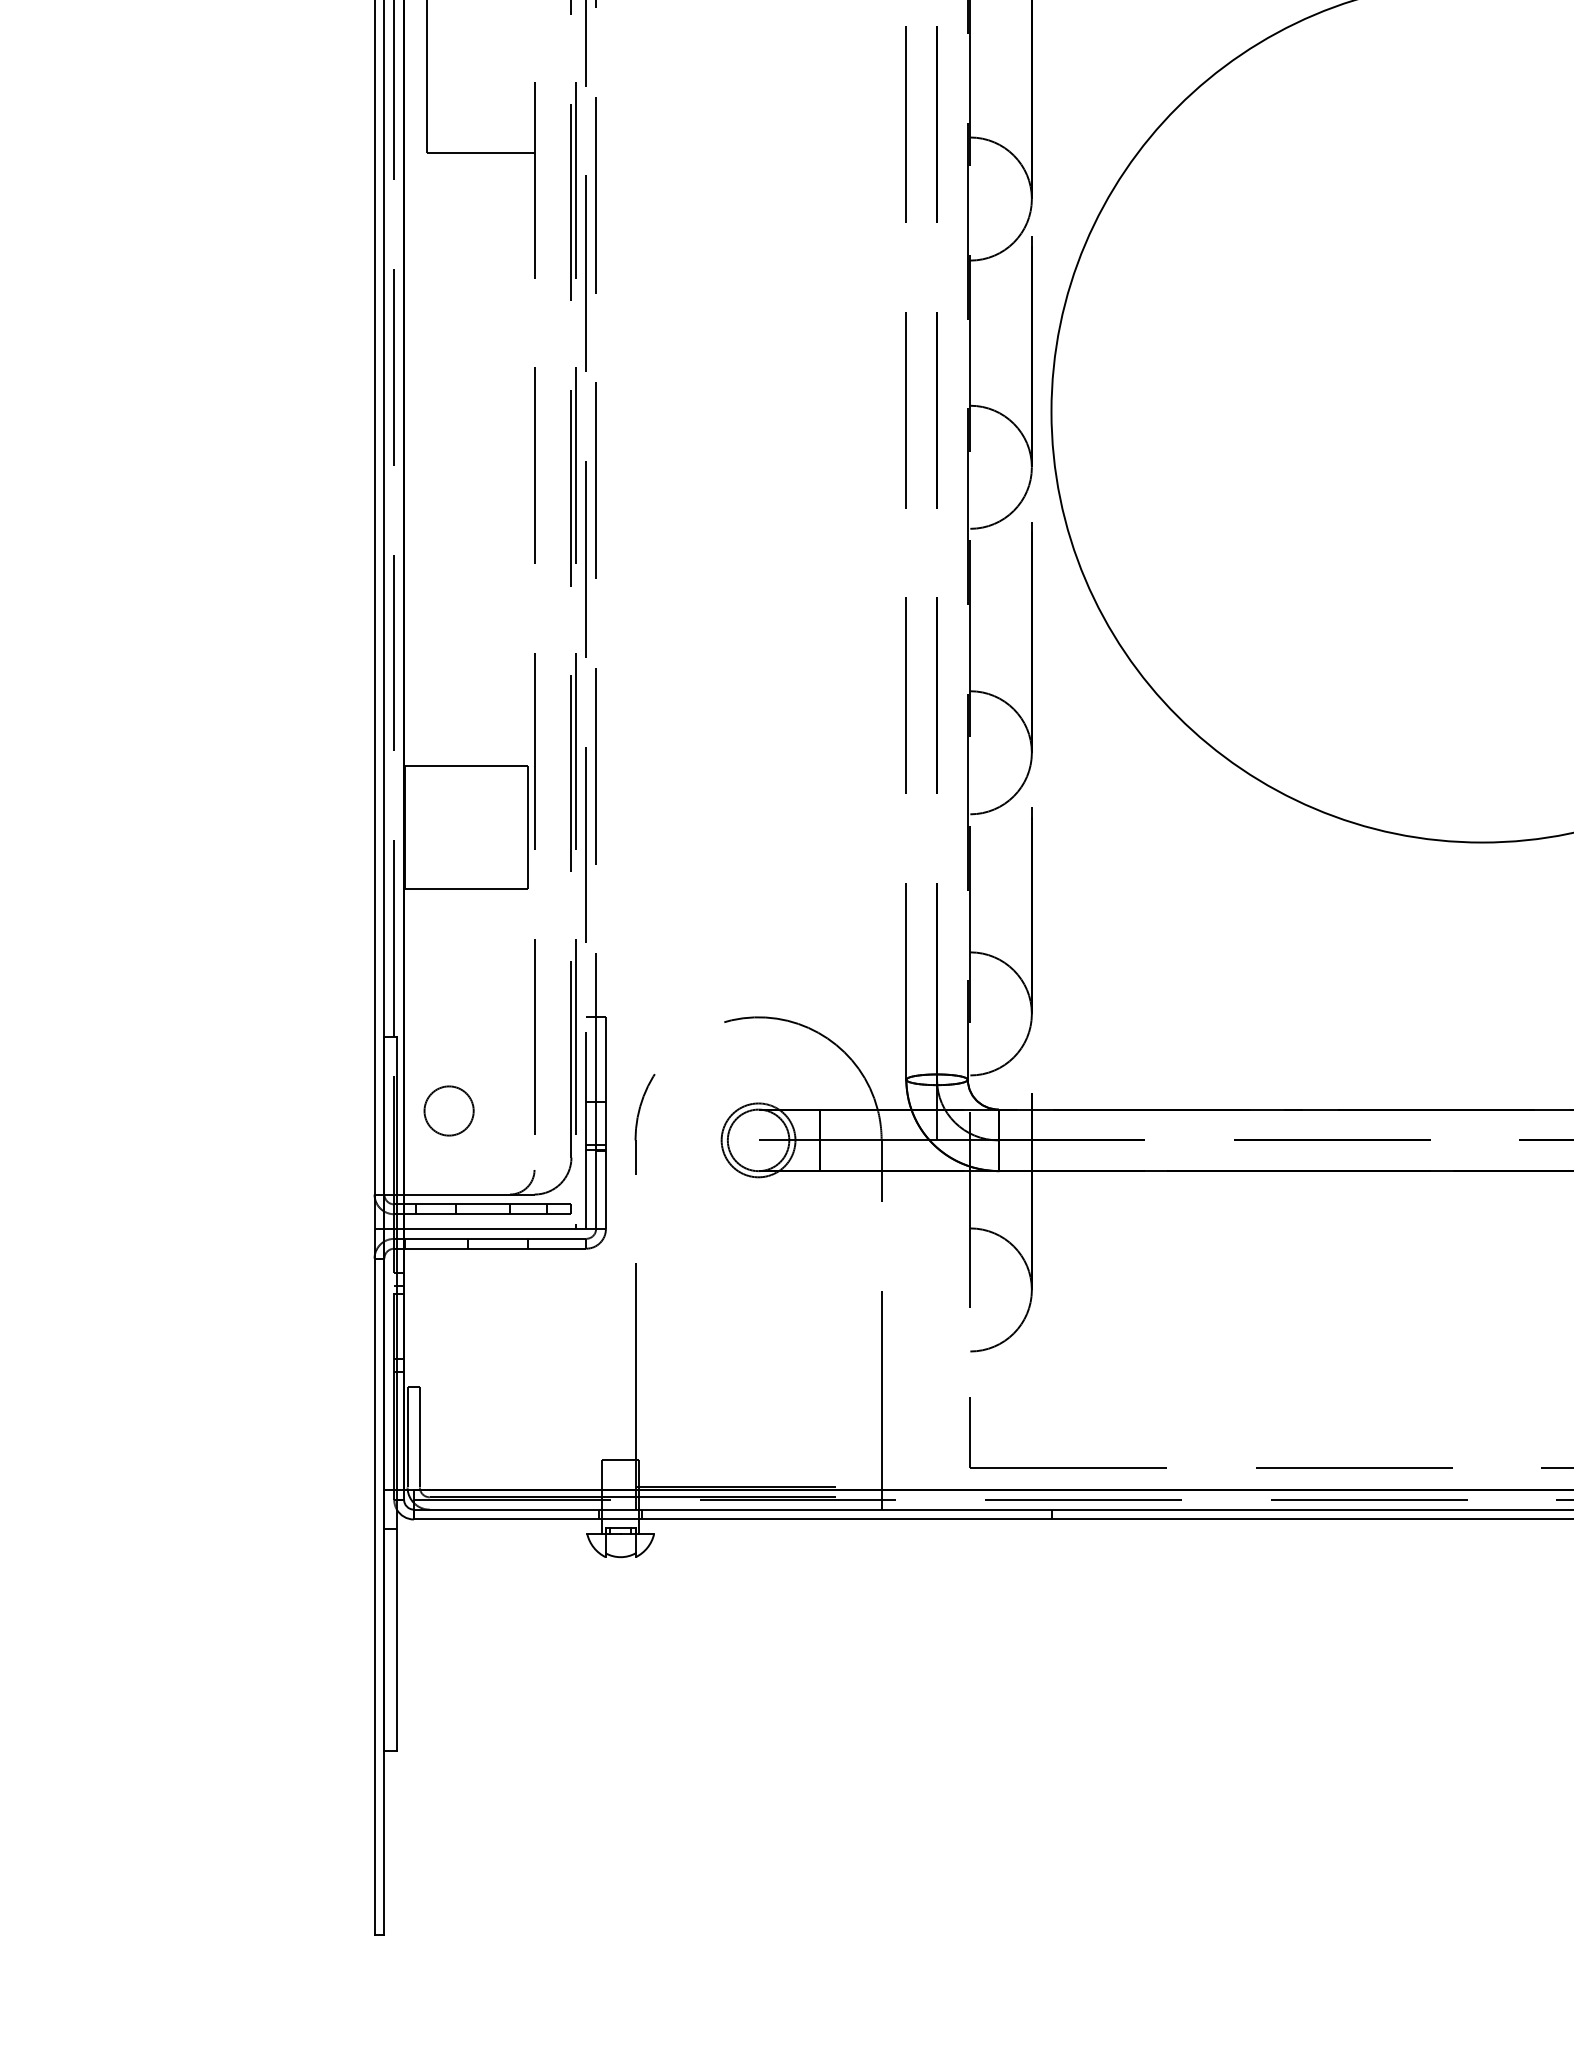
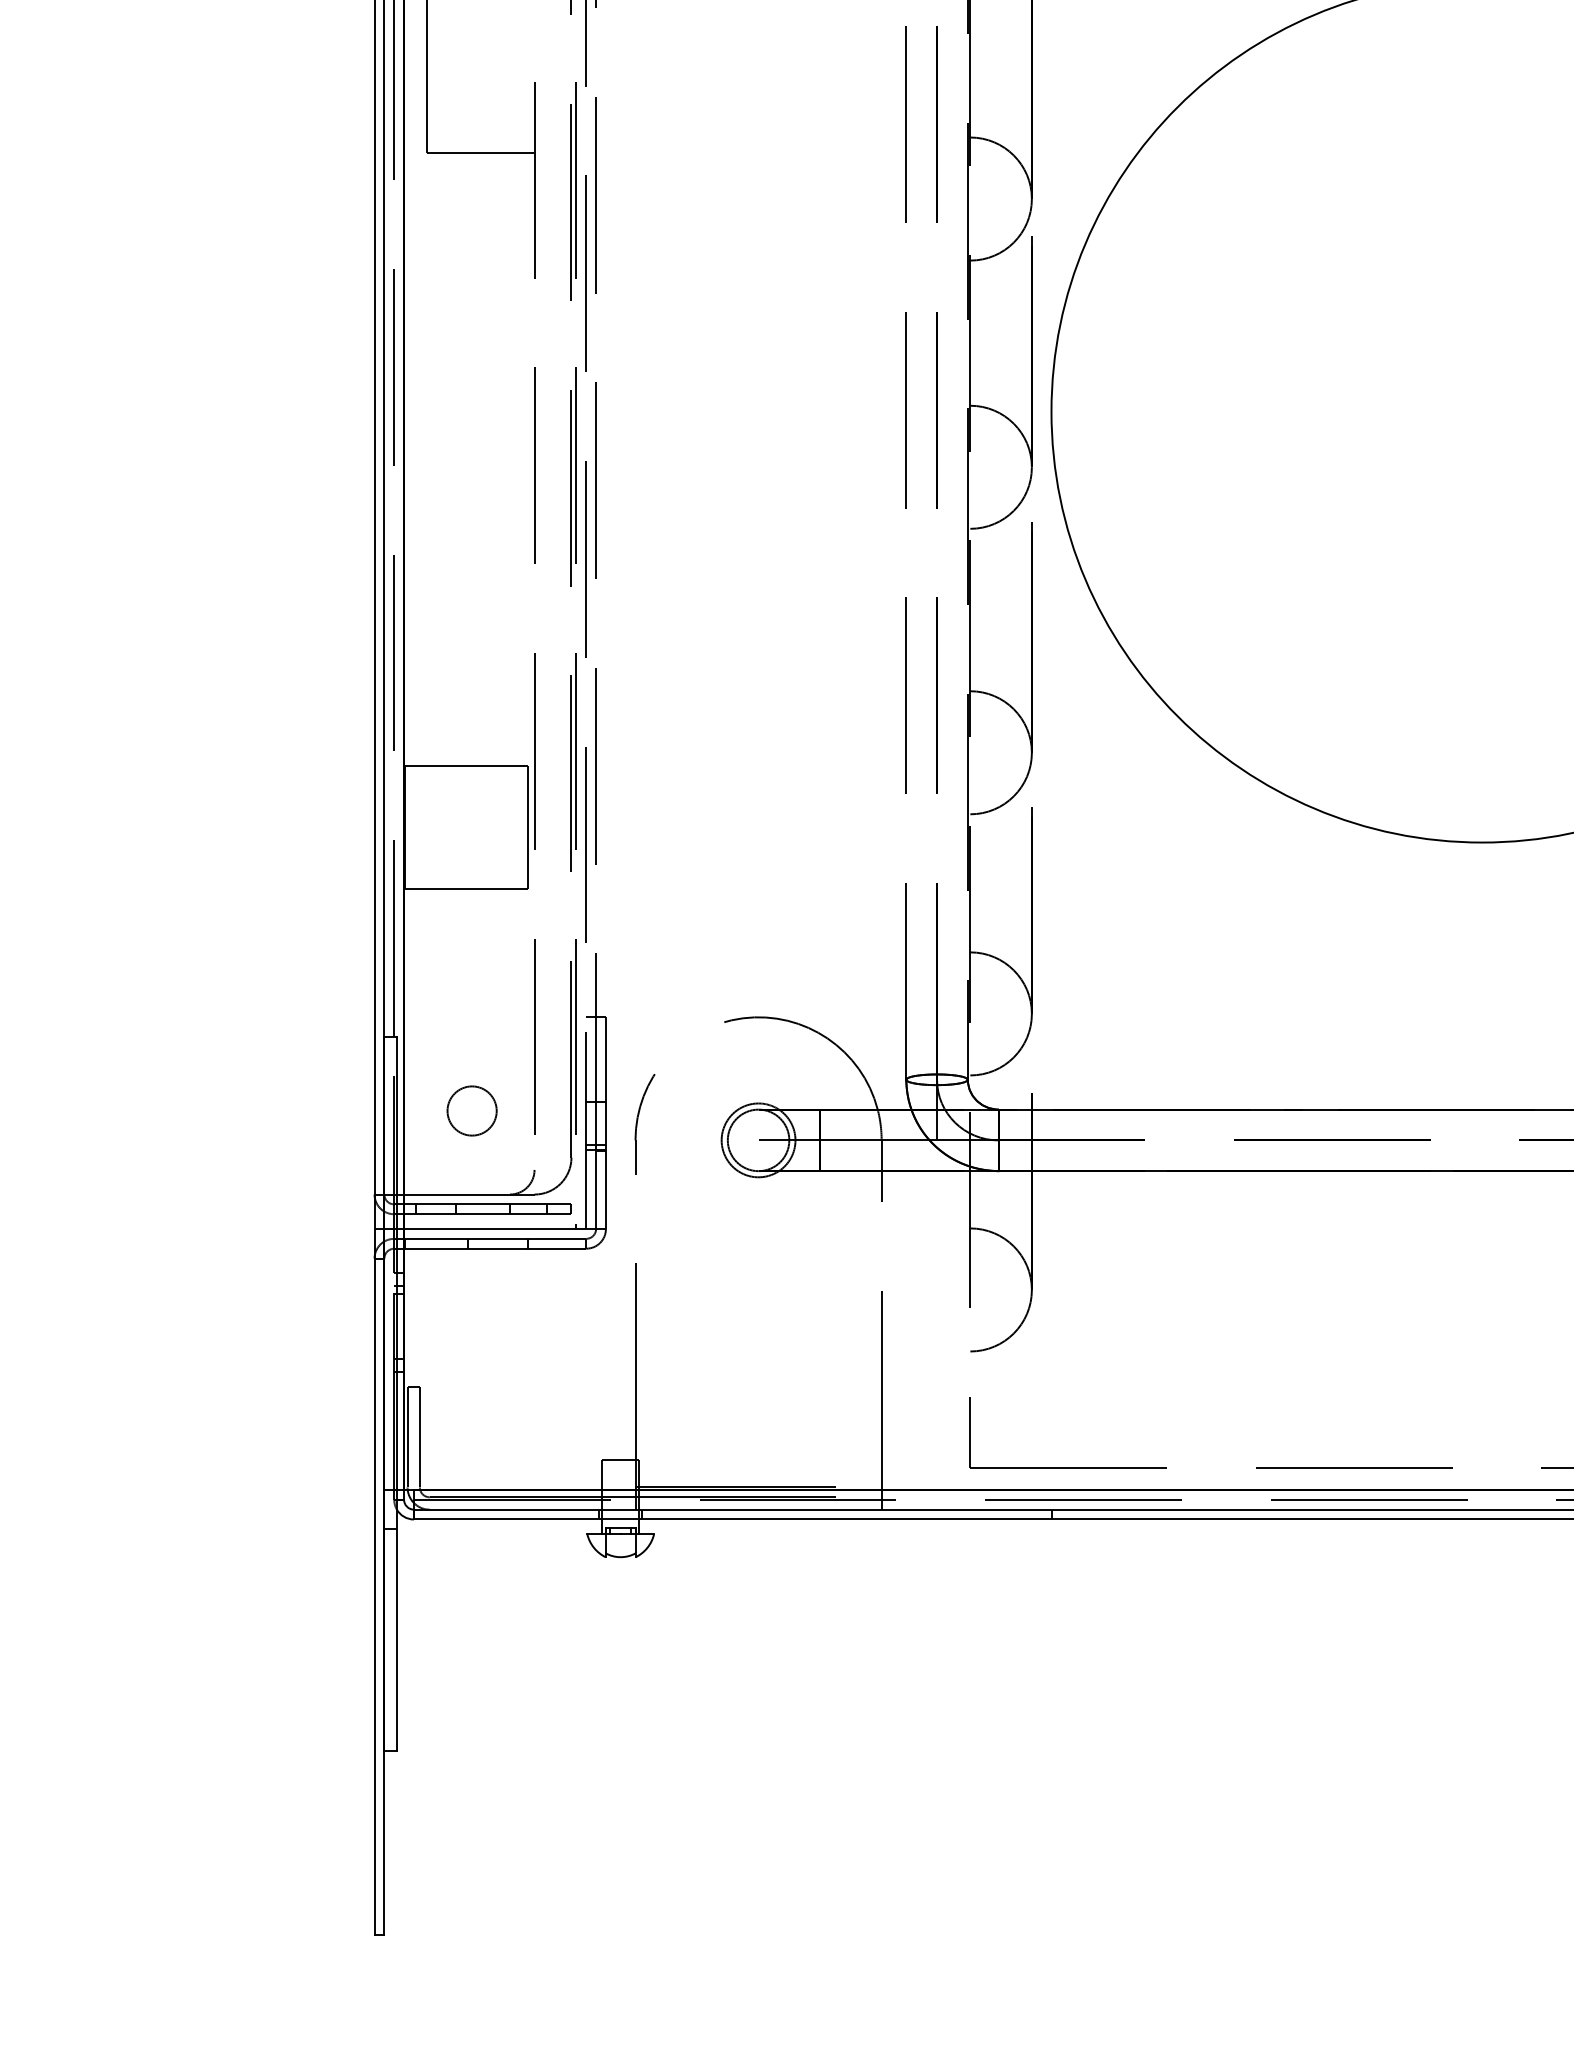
circle at (448, 1110) position: (448, 1110) -> (471, 1110)
